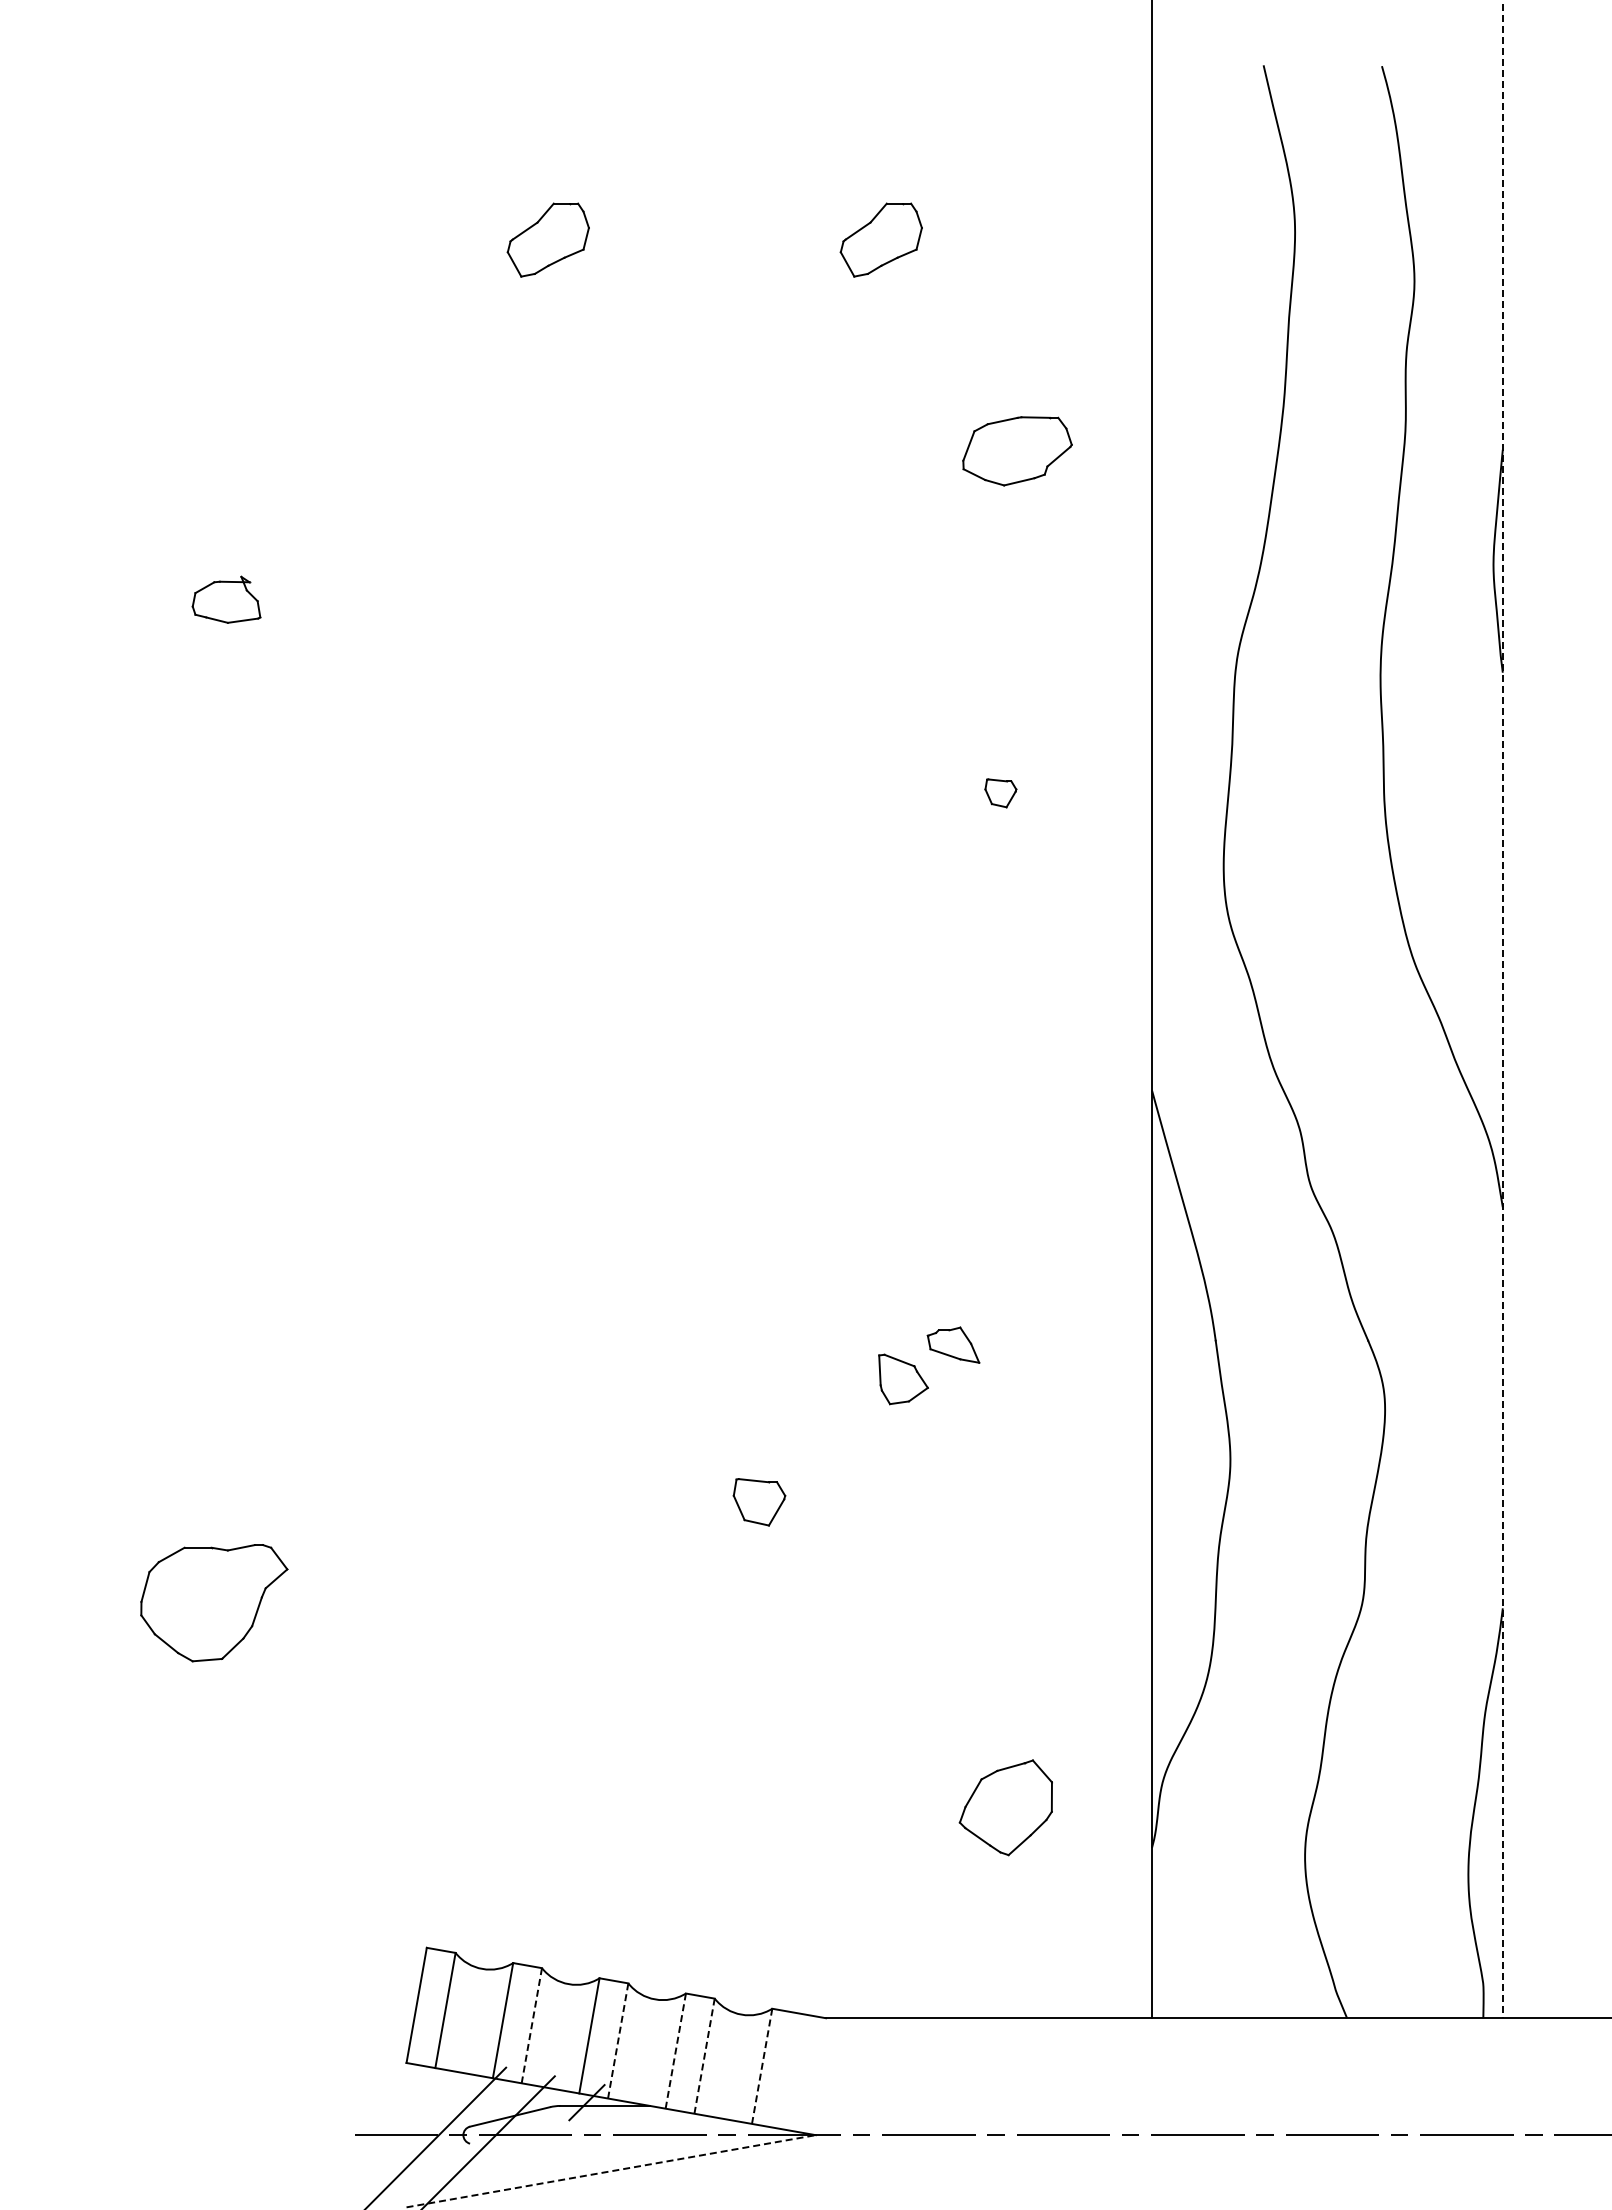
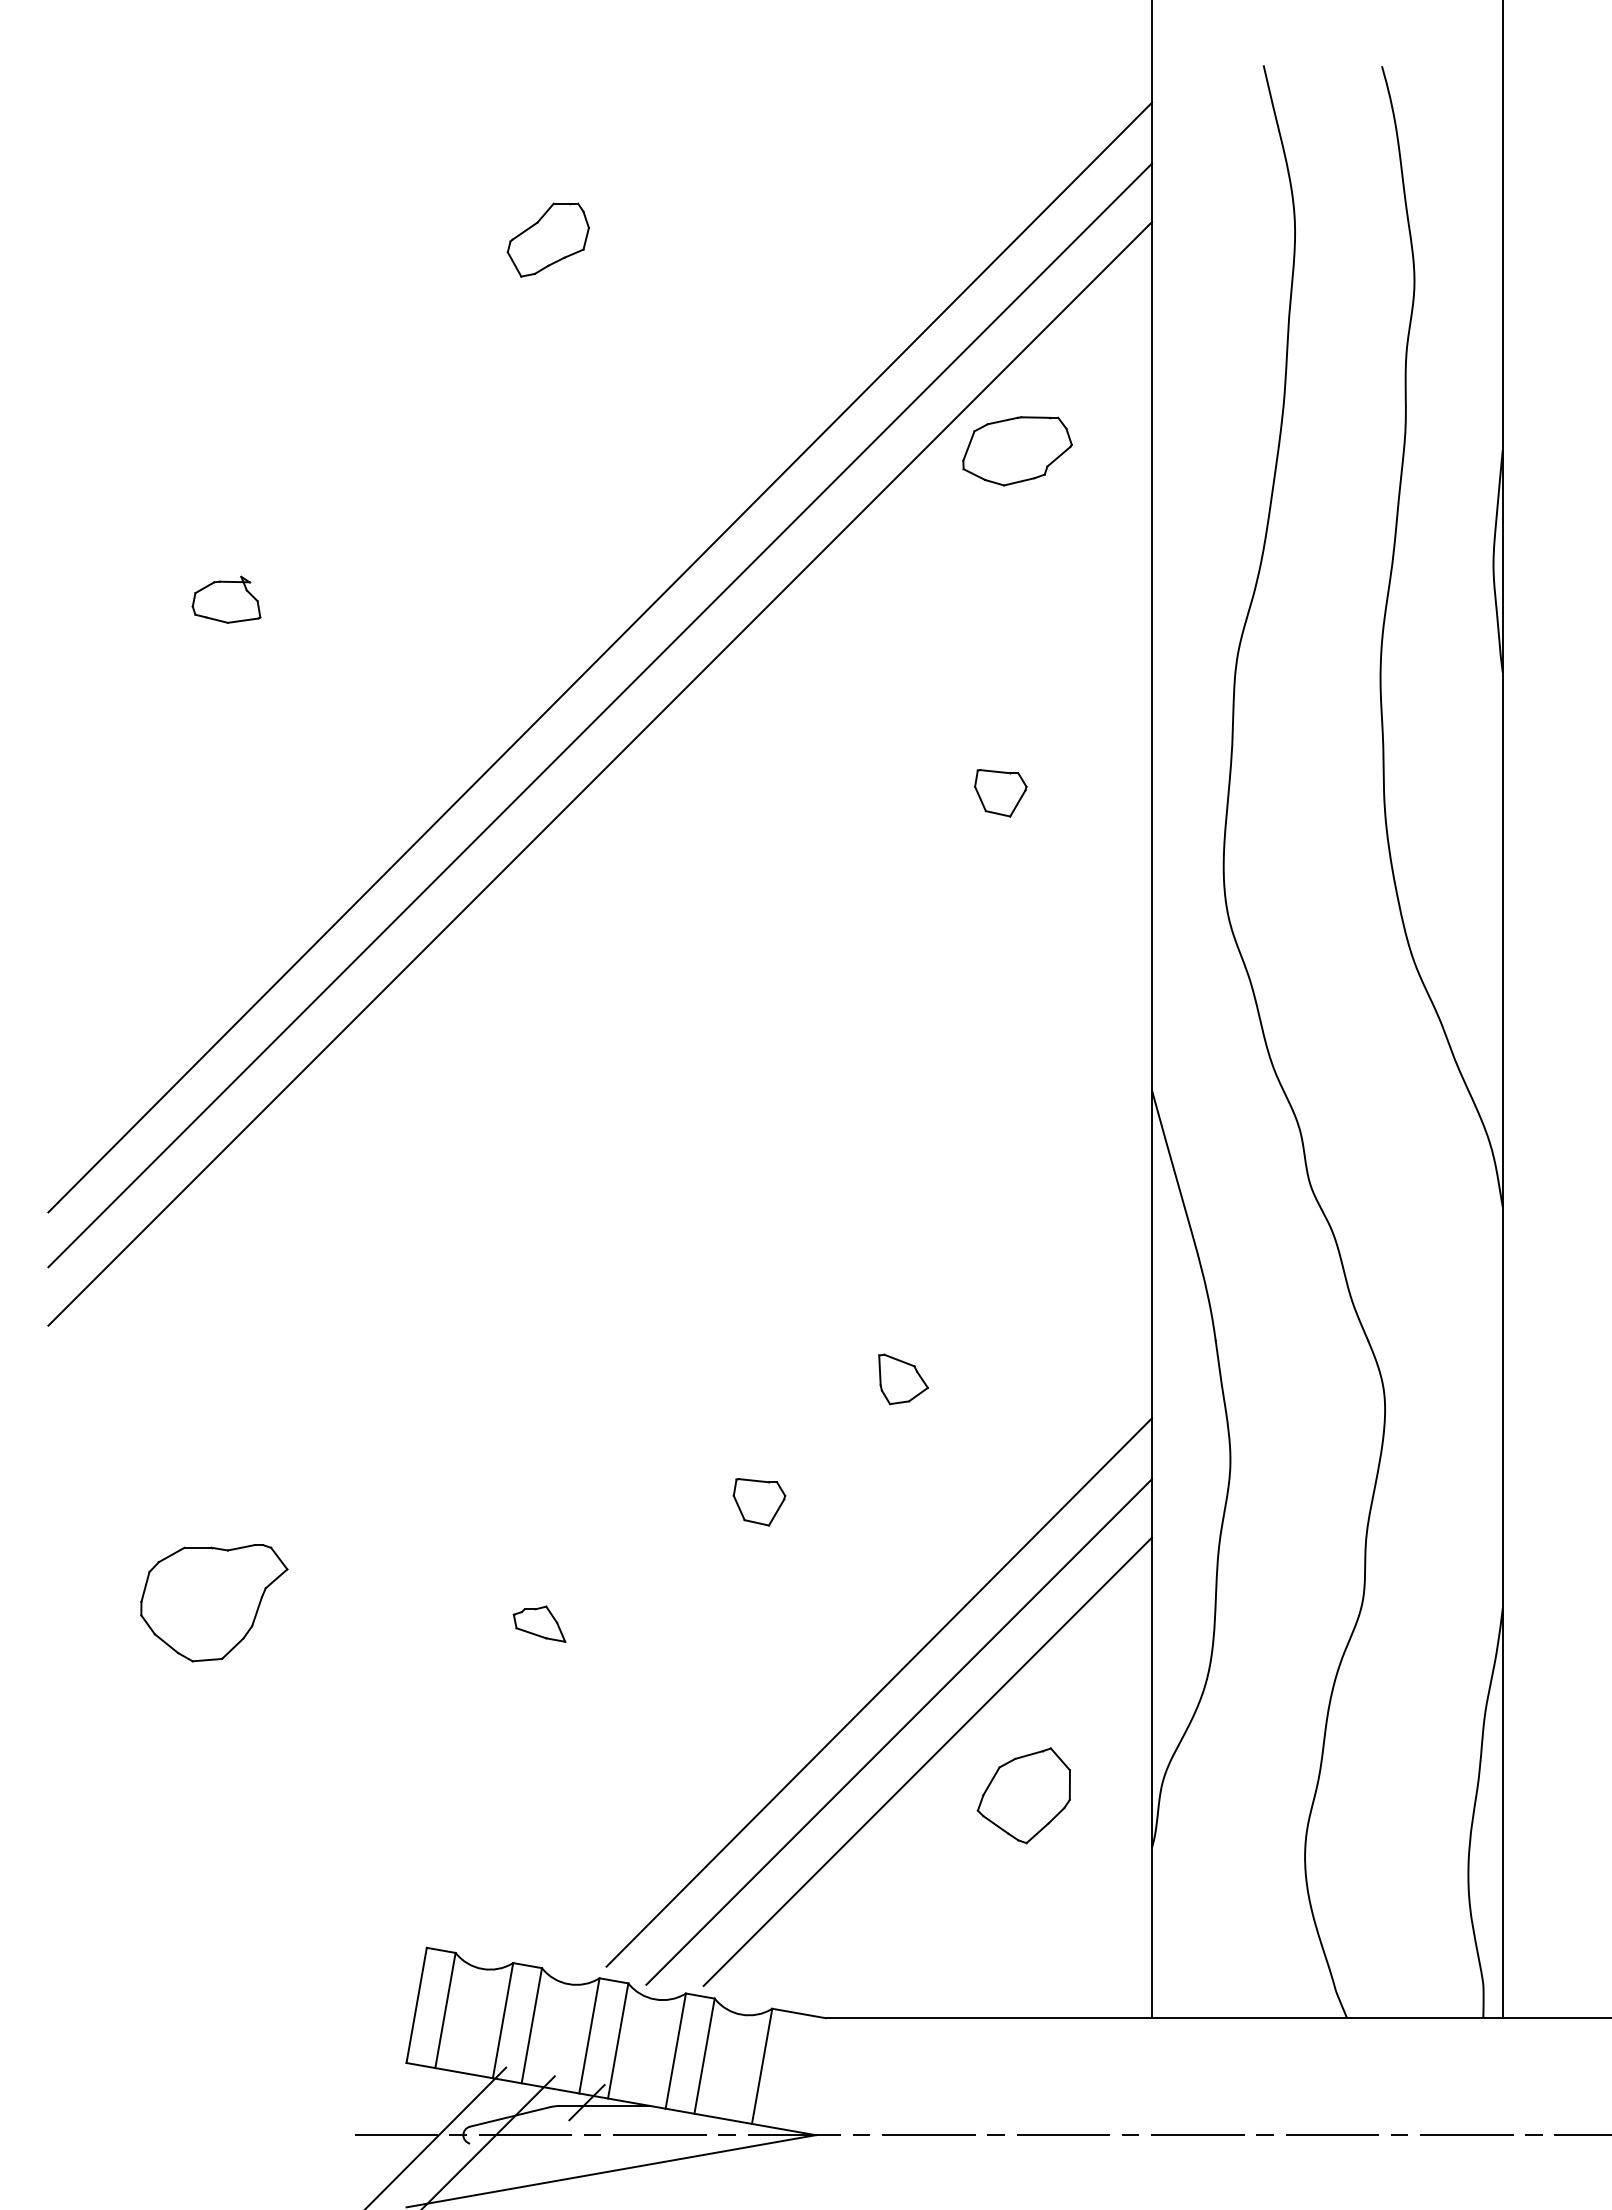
part at (880, 239): present -> none
line at (600, 657): none -> present
line at (600, 715): none -> present
line at (600, 773): none -> present
part at (1000, 793) size: 34x31 px -> 54x49 px
line at (1502, 1009): dashed -> solid
part at (953, 1344) position: (953, 1344) -> (539, 1623)
line at (879, 1692): none -> present
line at (899, 1731): none -> present
line at (927, 1761): none -> present
part at (1005, 1807) position: (1005, 1807) -> (1023, 1795)
line at (531, 2026): dashed -> solid
line at (618, 2041): dashed -> solid
line at (675, 2050): dashed -> solid
line at (704, 2055): dashed -> solid
line at (762, 2065): dashed -> solid
line at (611, 2171): dashed -> solid
